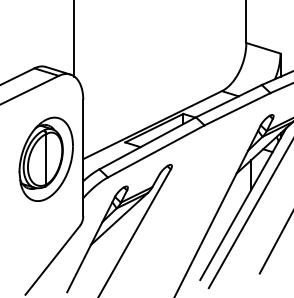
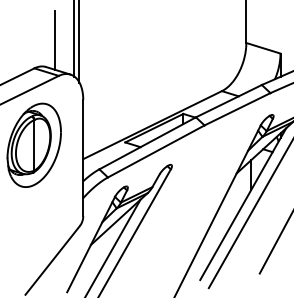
line at (55, 40): none -> present
line at (79, 42): none -> present
part at (45, 158) position: (45, 158) -> (33, 144)
line at (113, 246): none -> present
